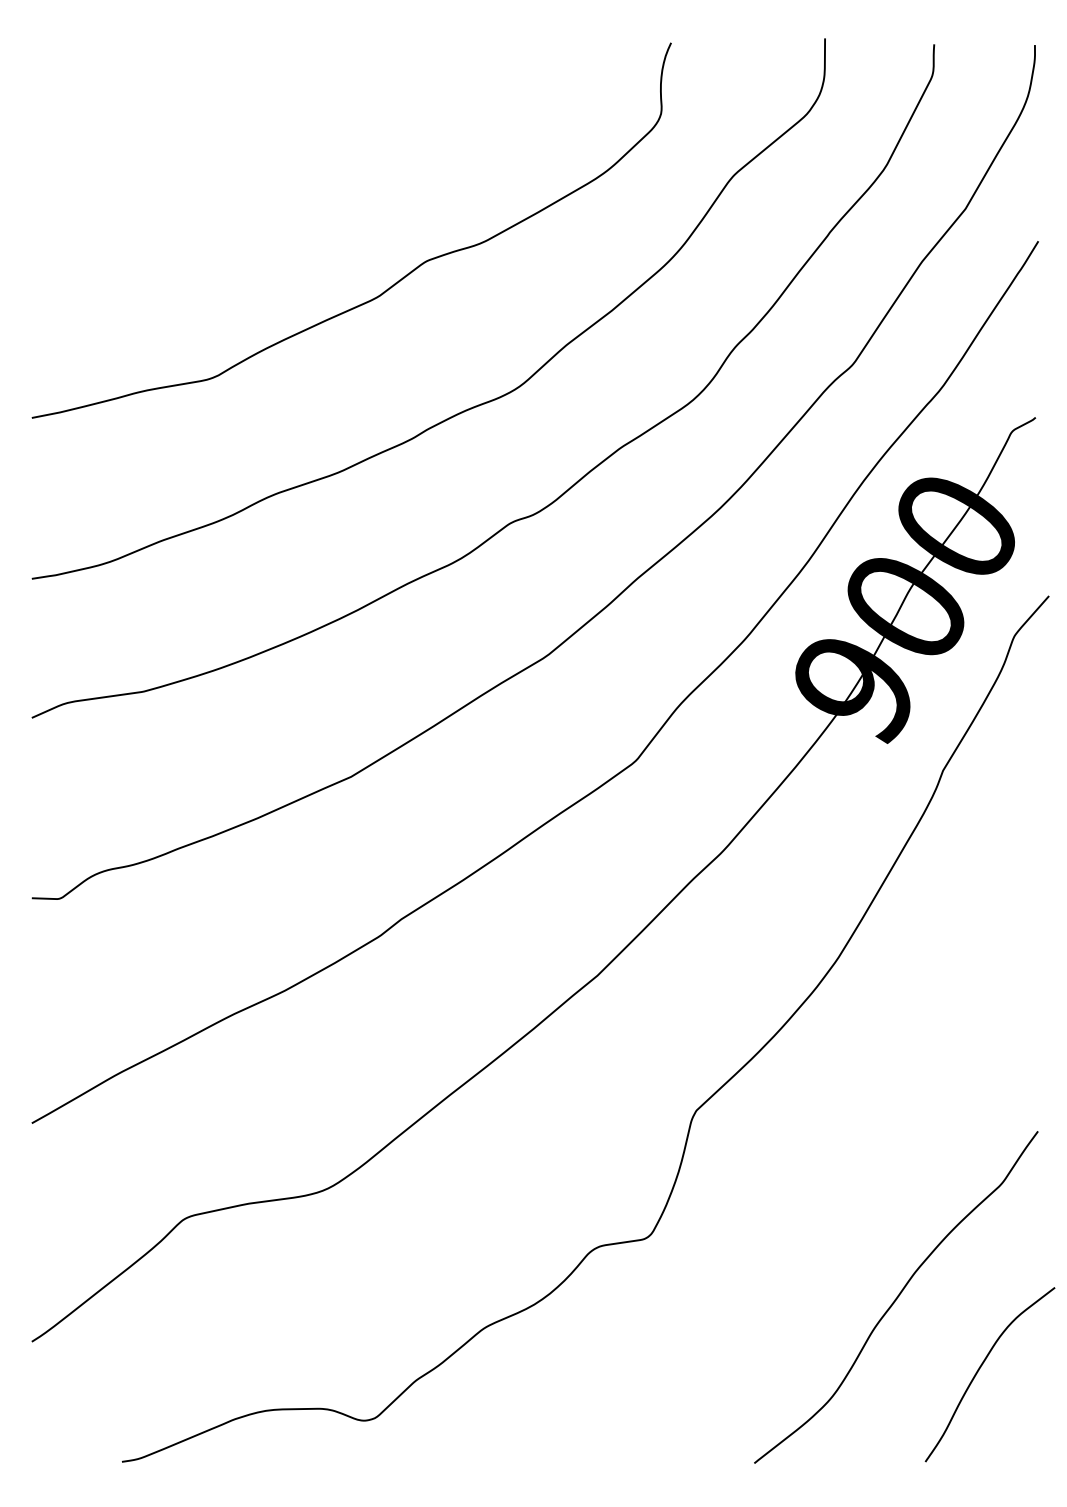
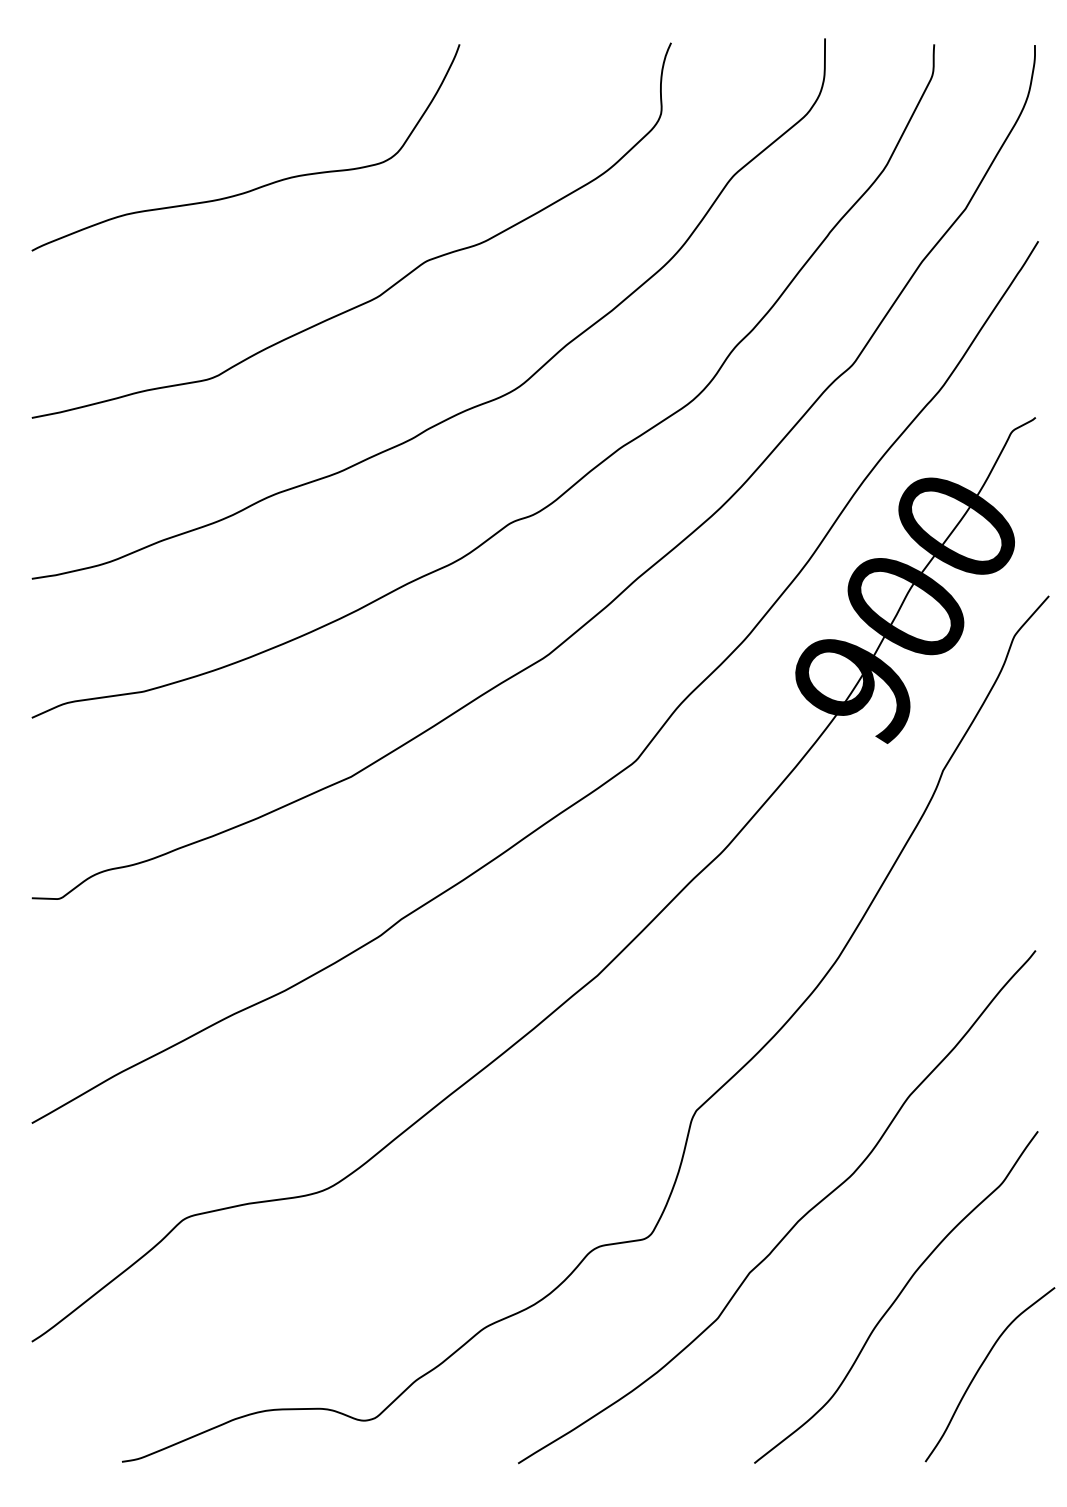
curve at (259, 186): none -> present
curve at (796, 1221): none -> present
